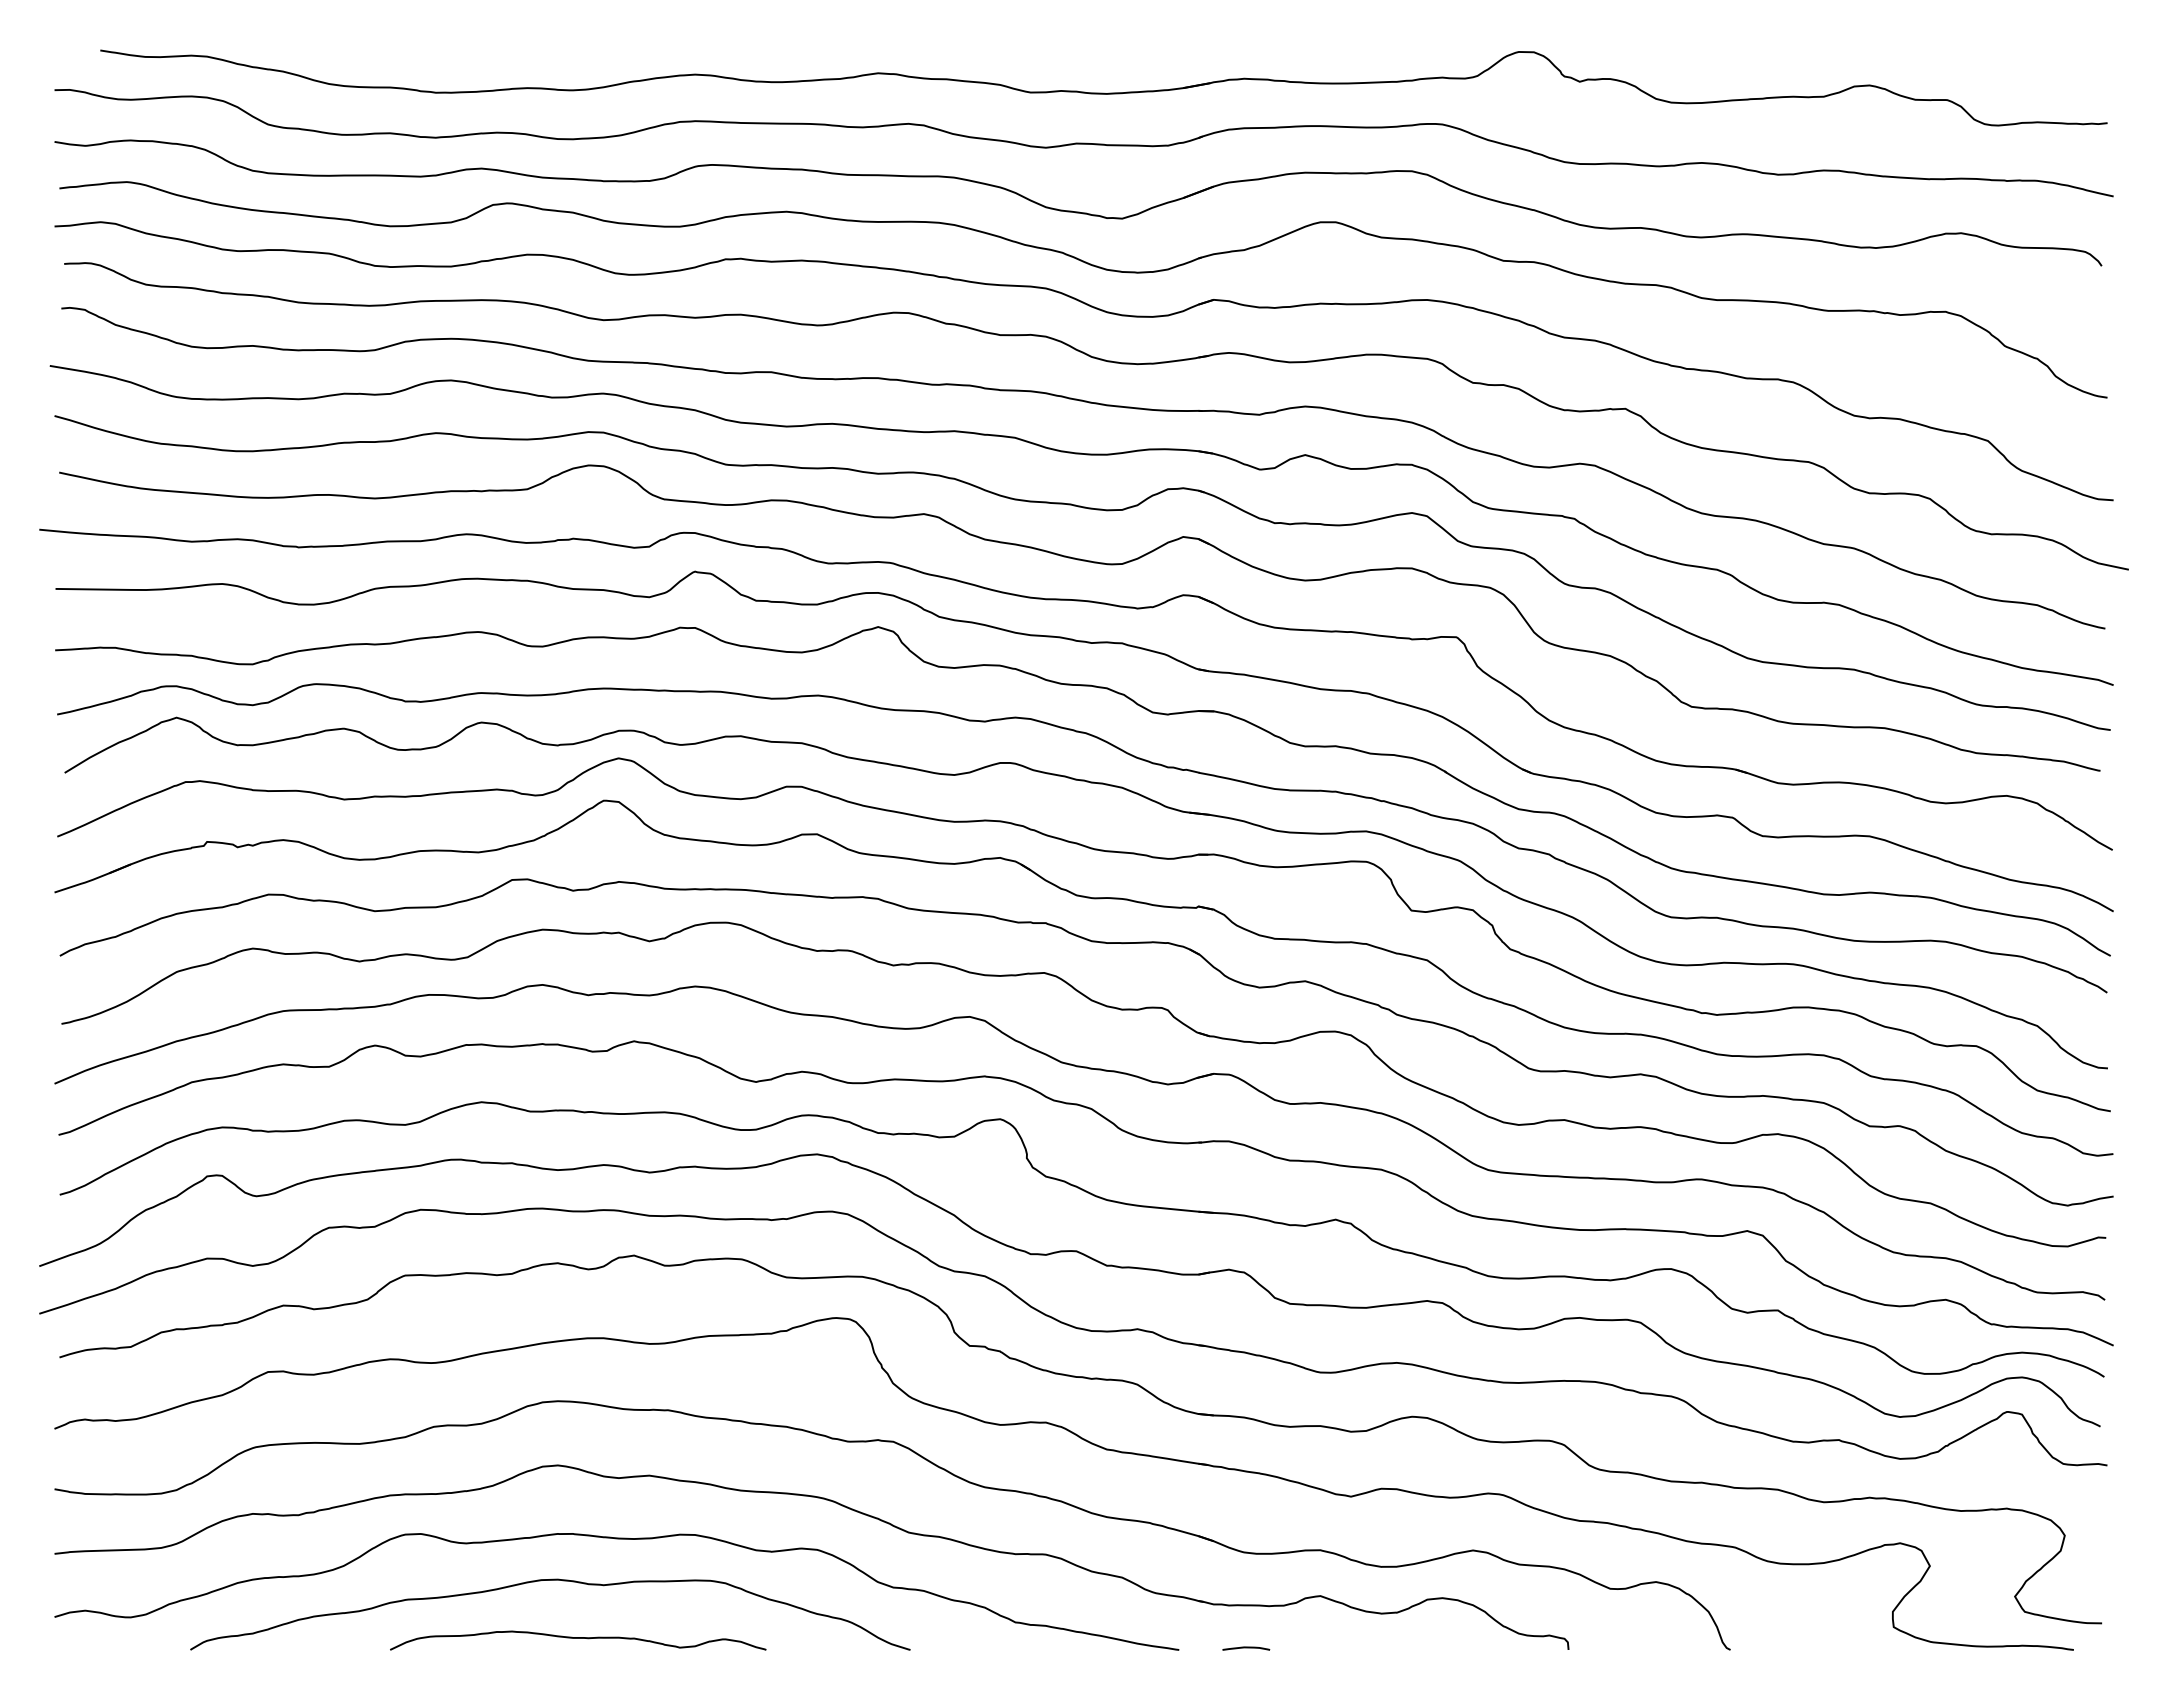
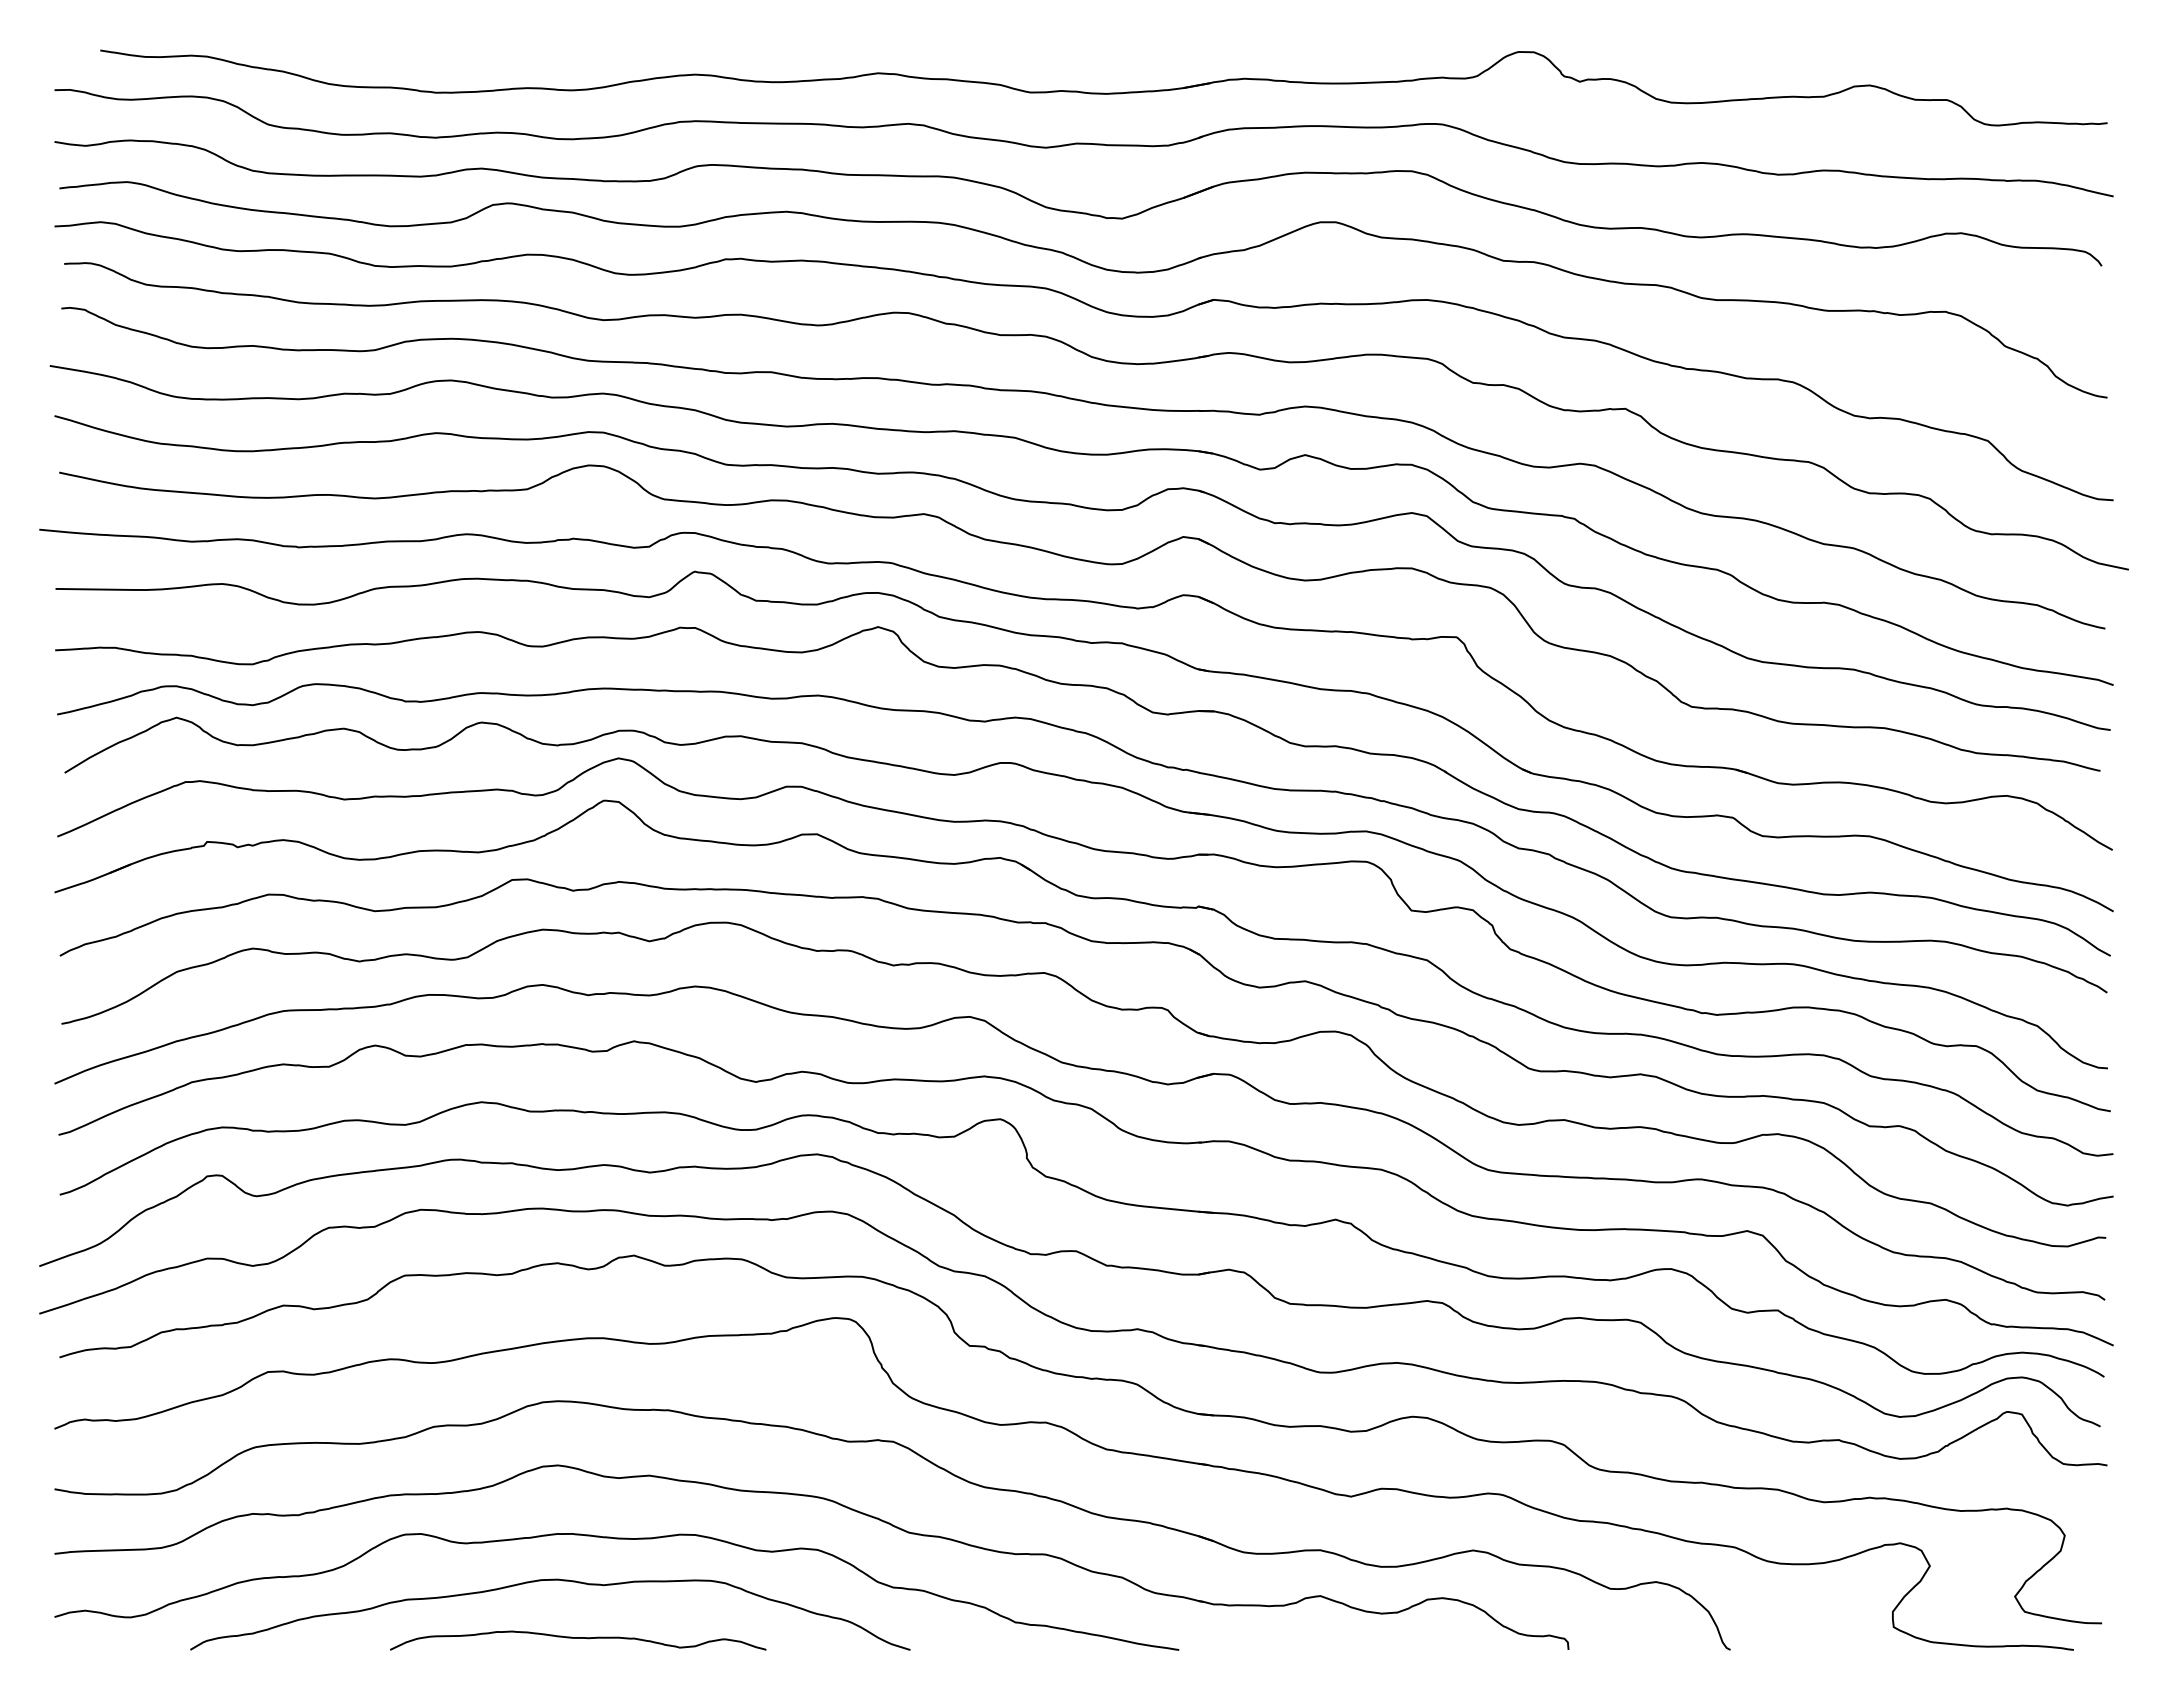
curve at (1246, 1648): present -> none
